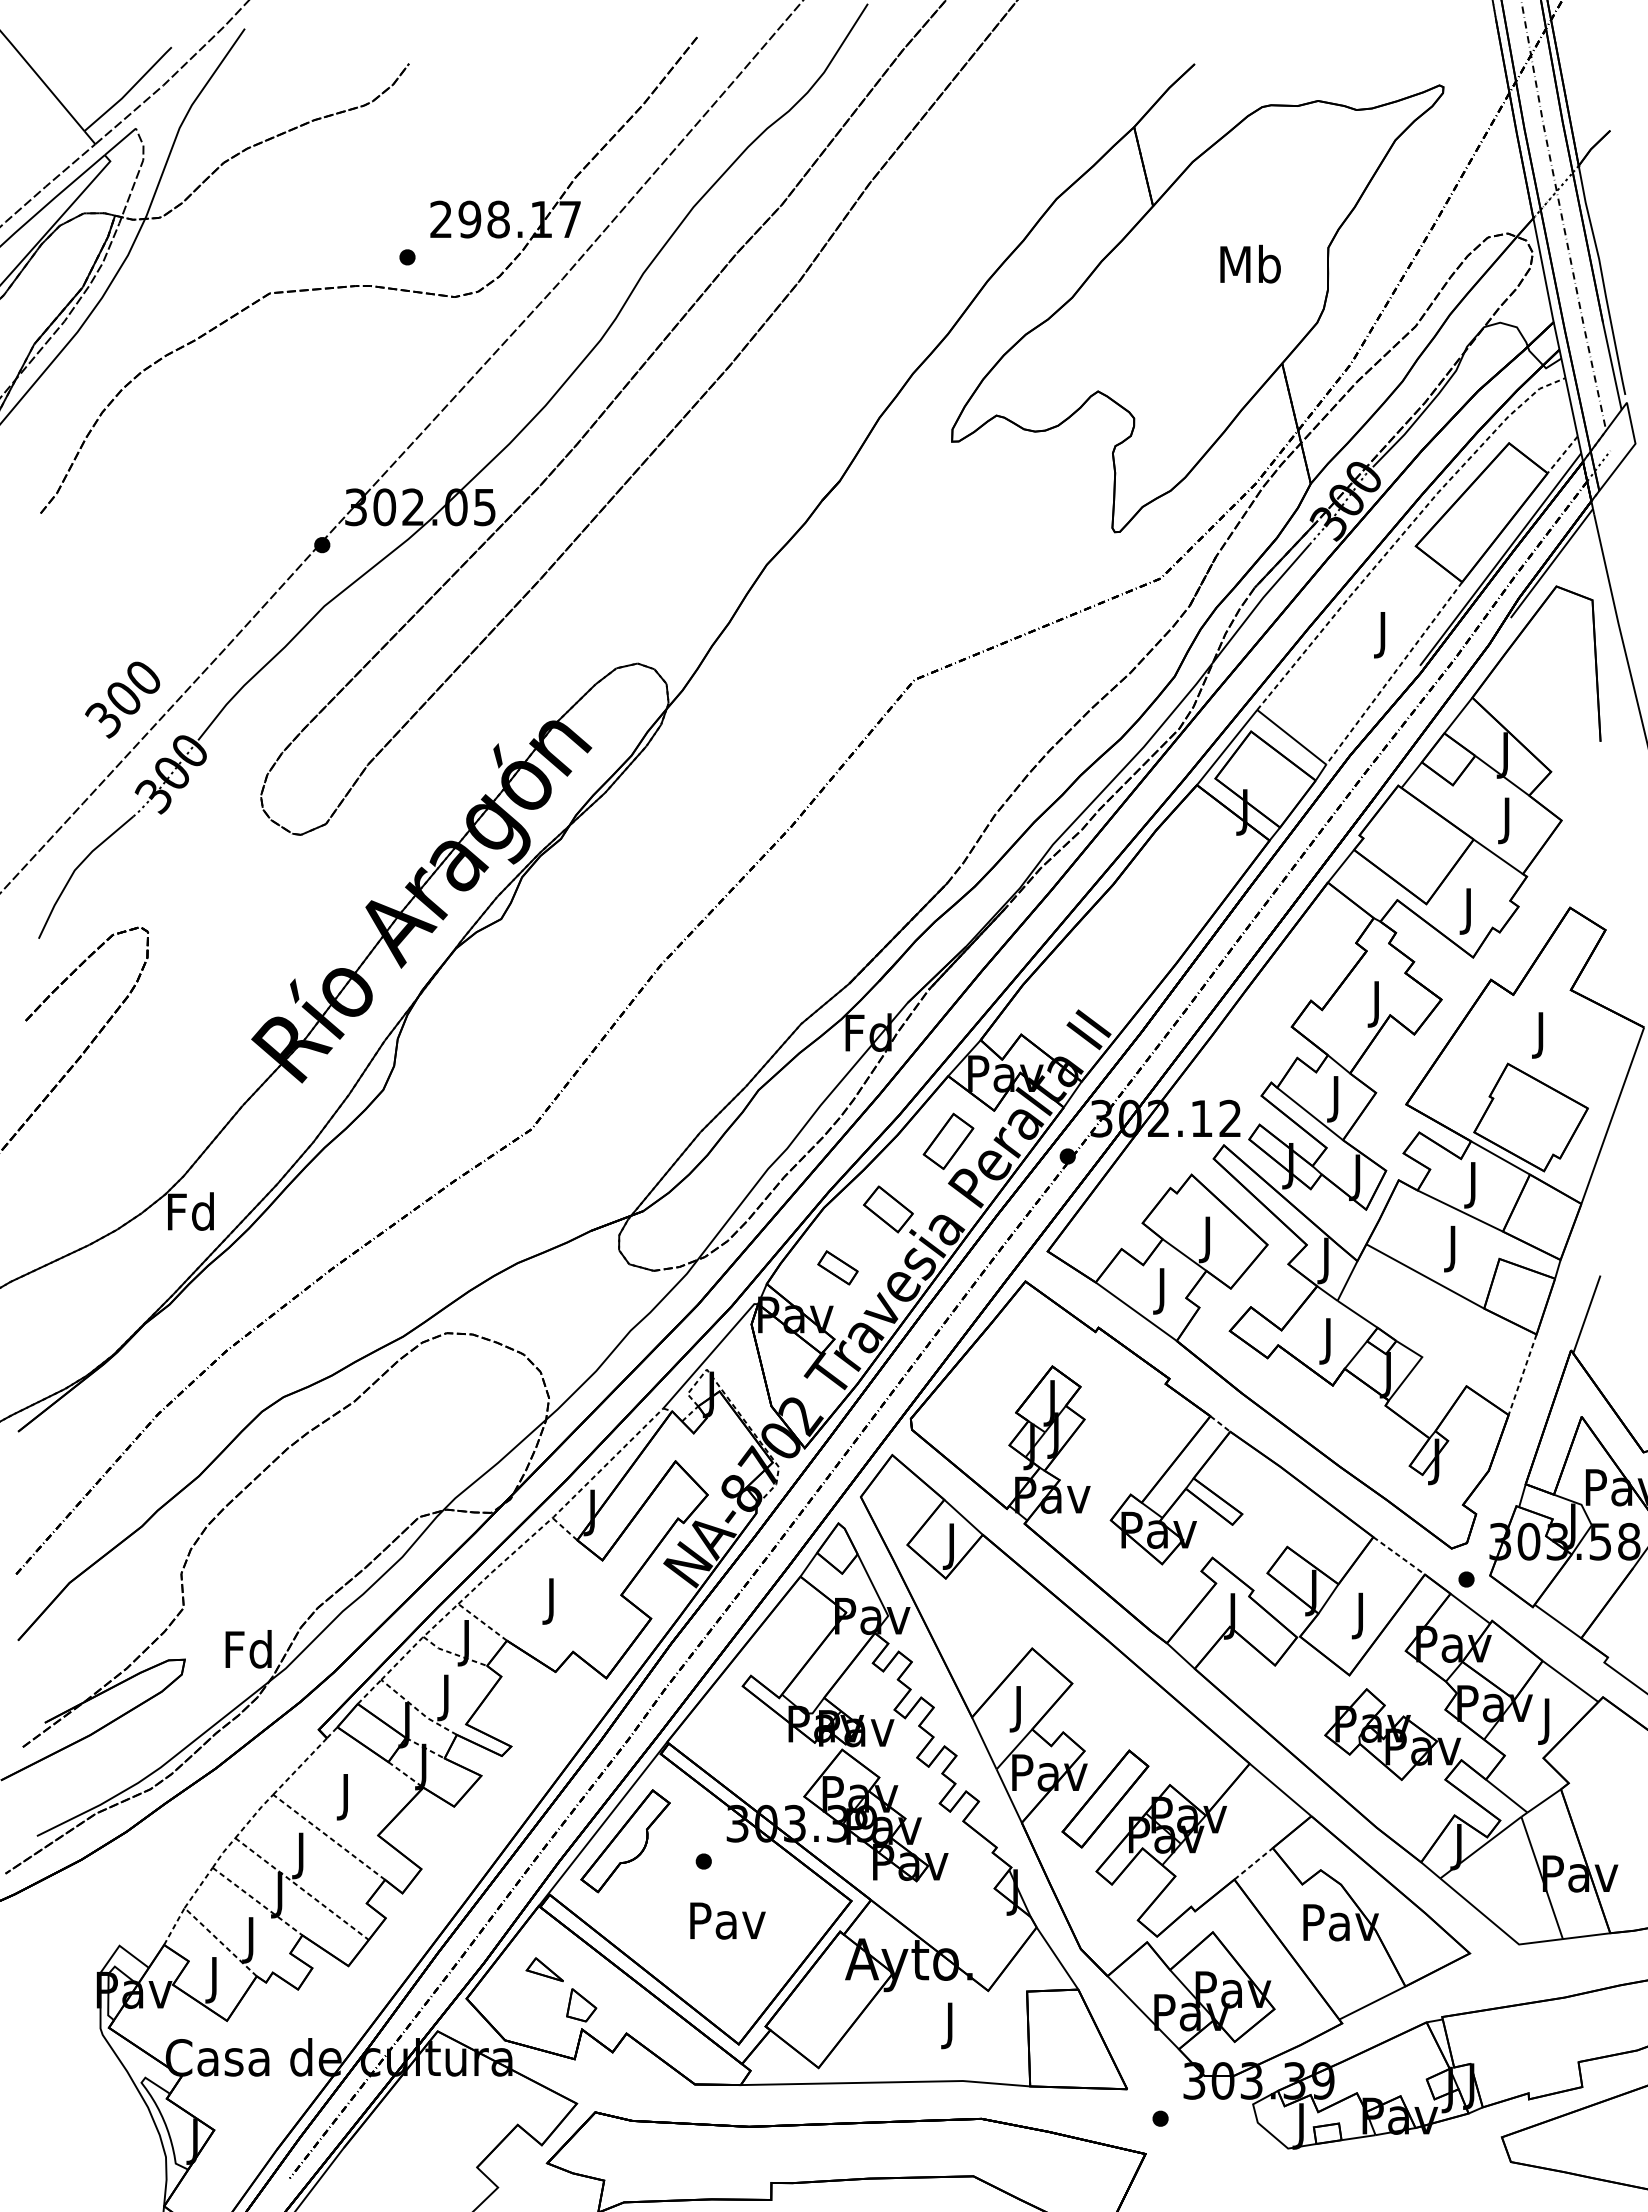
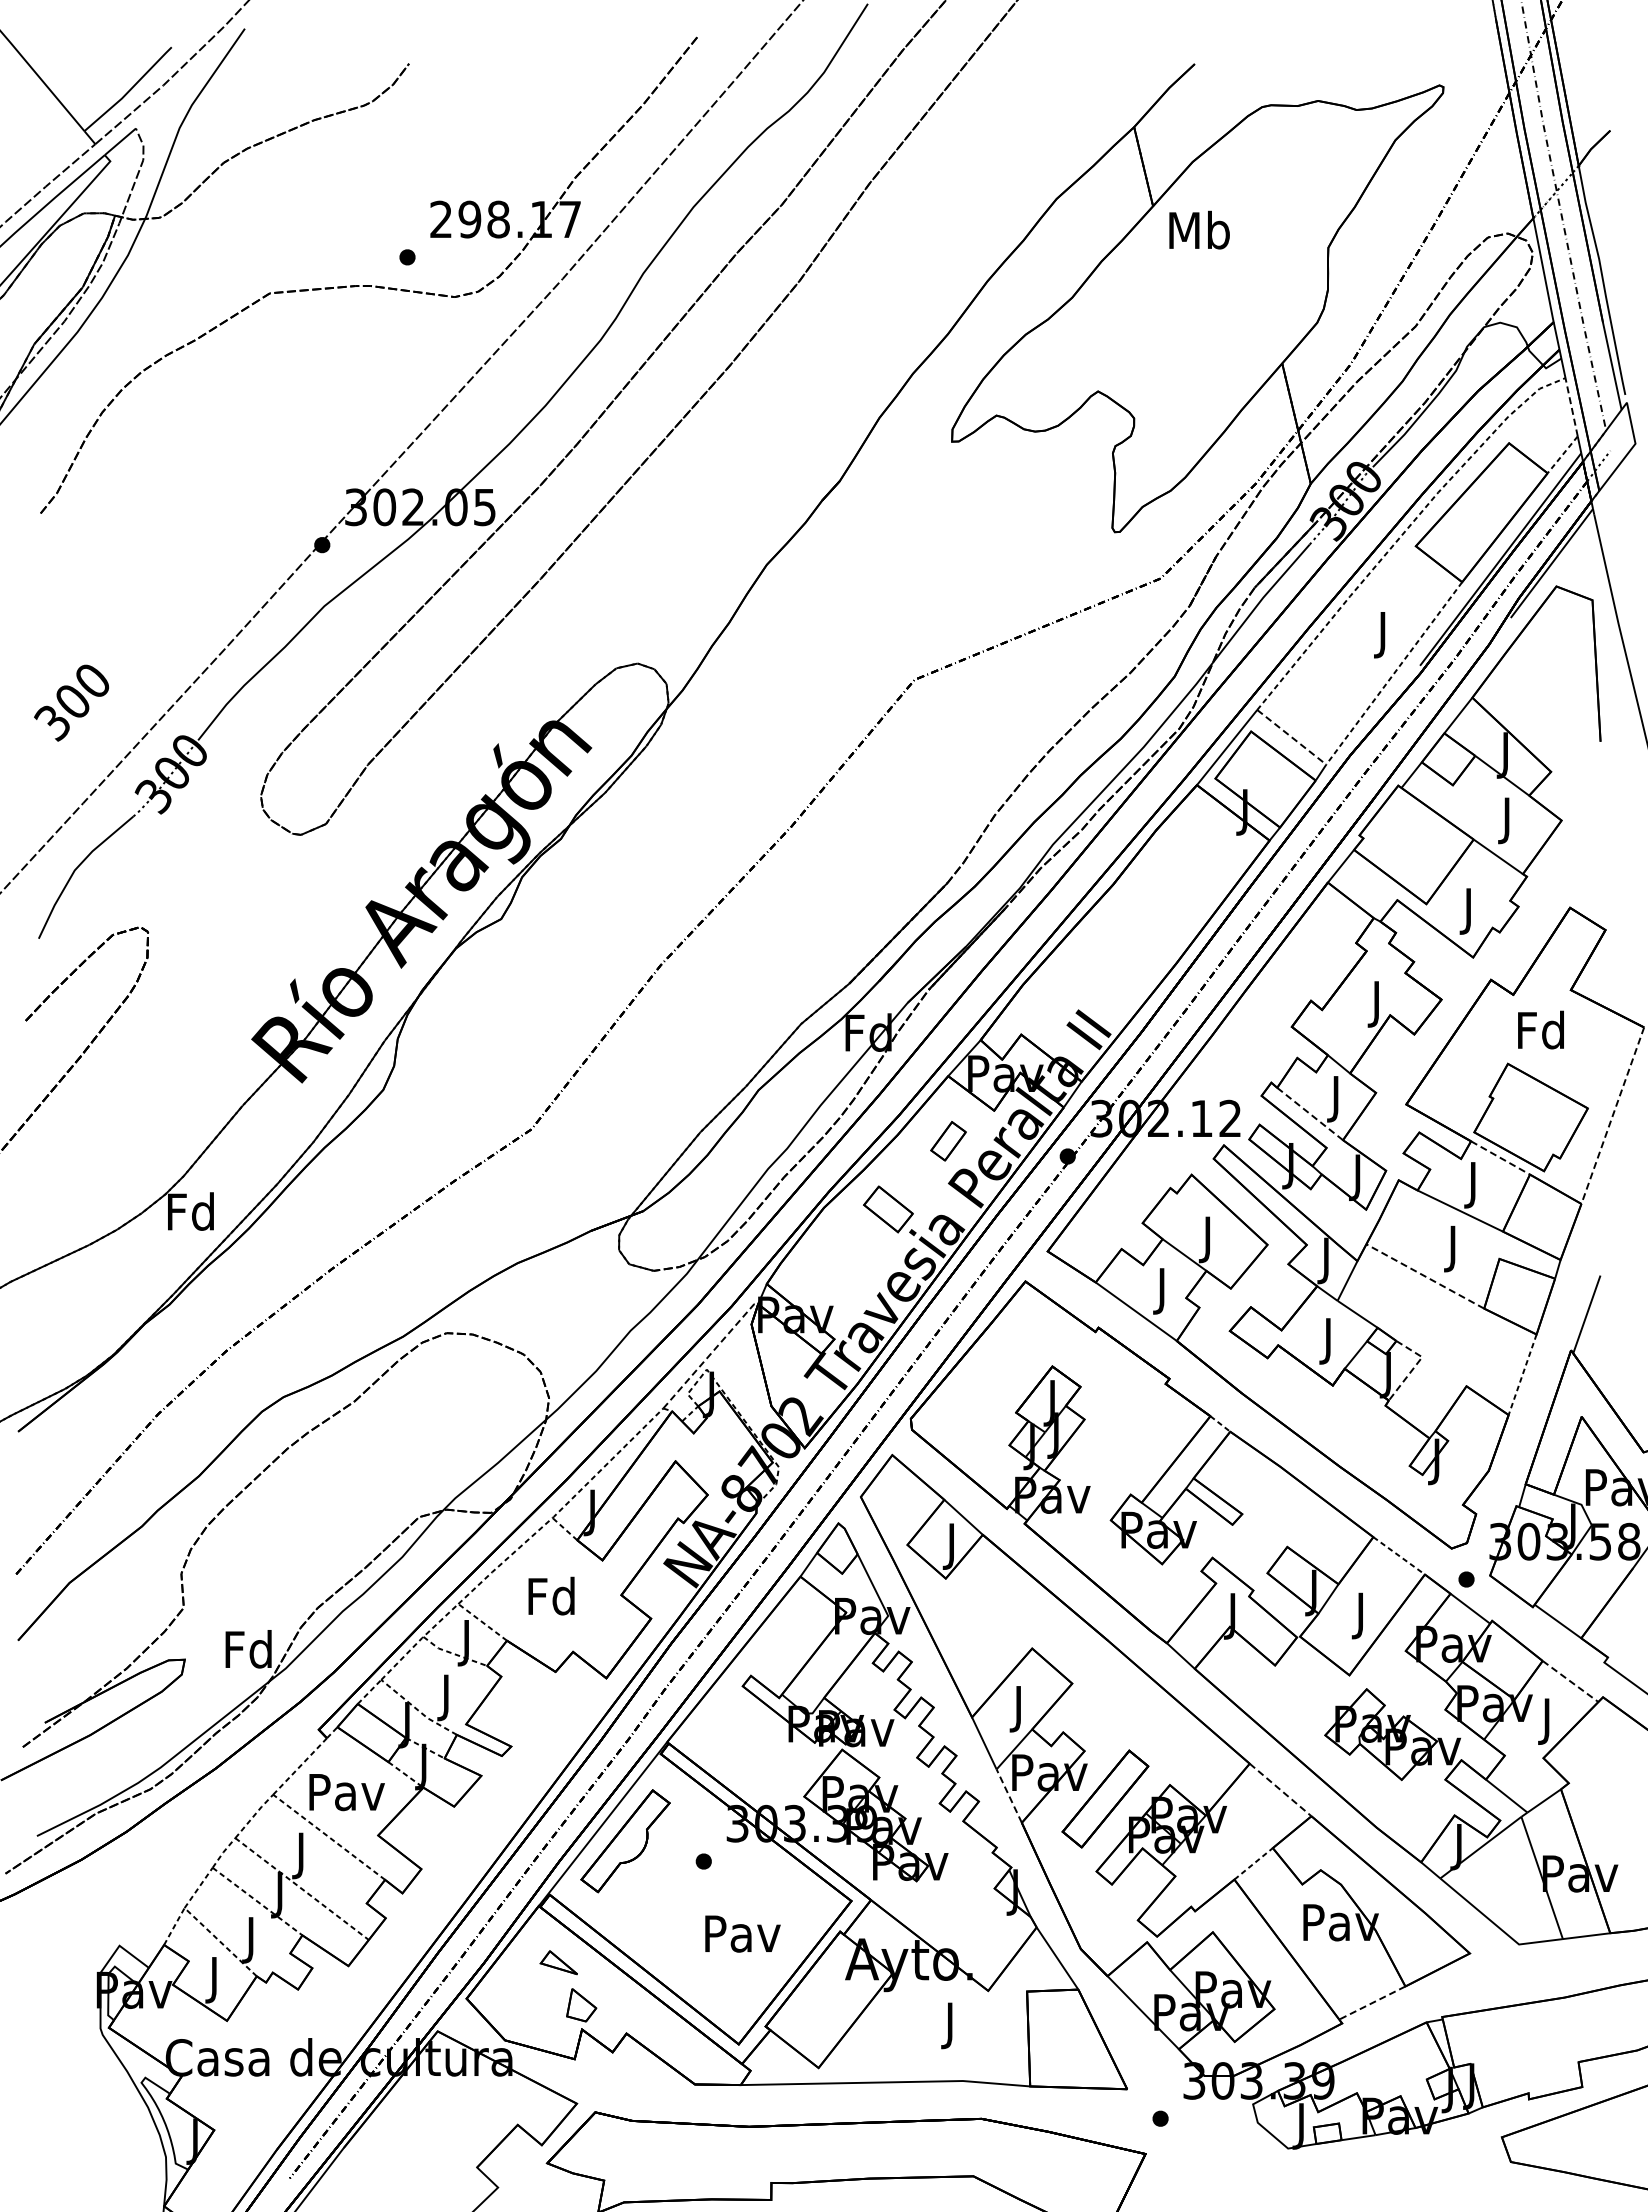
text at (1250, 263) position: (1250, 263) -> (1199, 229)
line at (1571, 407): solid -> dashed
text at (122, 699) position: (122, 699) -> (71, 702)
line at (1292, 737): solid -> dashed
text at (1540, 1034): J -> Fd
line at (1309, 1113): solid -> dashed
line at (1612, 1115): solid -> dashed
part at (948, 1140) size: 53x58 px -> 37x41 px
line at (1500, 1157): solid -> dashed
part at (837, 1267): present -> none
line at (1424, 1276): solid -> dashed
line at (710, 1354): solid -> dashed
line at (1414, 1366): solid -> dashed
text at (551, 1600): J -> Fd
line at (1570, 1681): solid -> dashed
line at (1280, 1790): solid -> dashed
line at (1009, 1796): solid -> dashed
text at (346, 1797): J -> Pav
text at (727, 1920) position: (727, 1920) -> (742, 1933)
part at (544, 1969) position: (544, 1969) -> (558, 1962)
line at (1372, 2003): solid -> dashed
